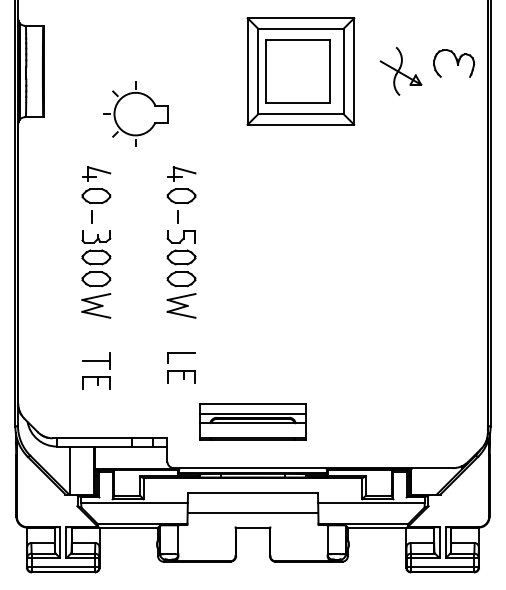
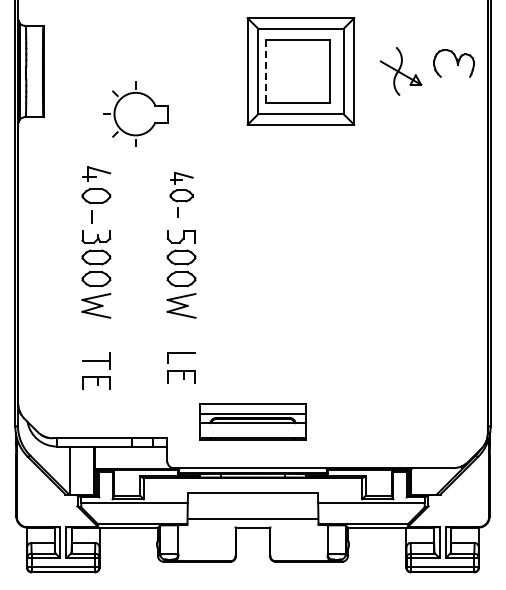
line at (265, 71): solid -> dashed
part at (181, 194) size: 31x58 px -> 25x46 px
line at (252, 512) position: (252, 512) -> (252, 518)
